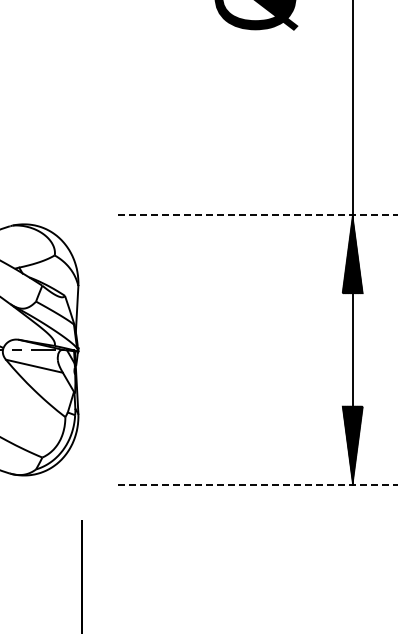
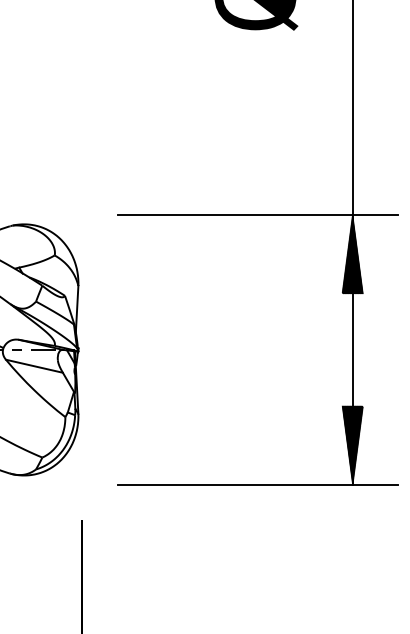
line at (257, 214): dashed -> solid
line at (257, 485): dashed -> solid
